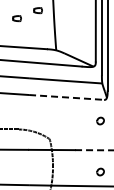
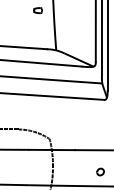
part at (16, 18): present -> none
line at (66, 97): dashed -> solid
part at (100, 120): present -> none
line at (94, 150): dashed -> solid
